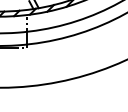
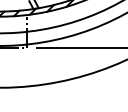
line at (80, 47): none -> present
